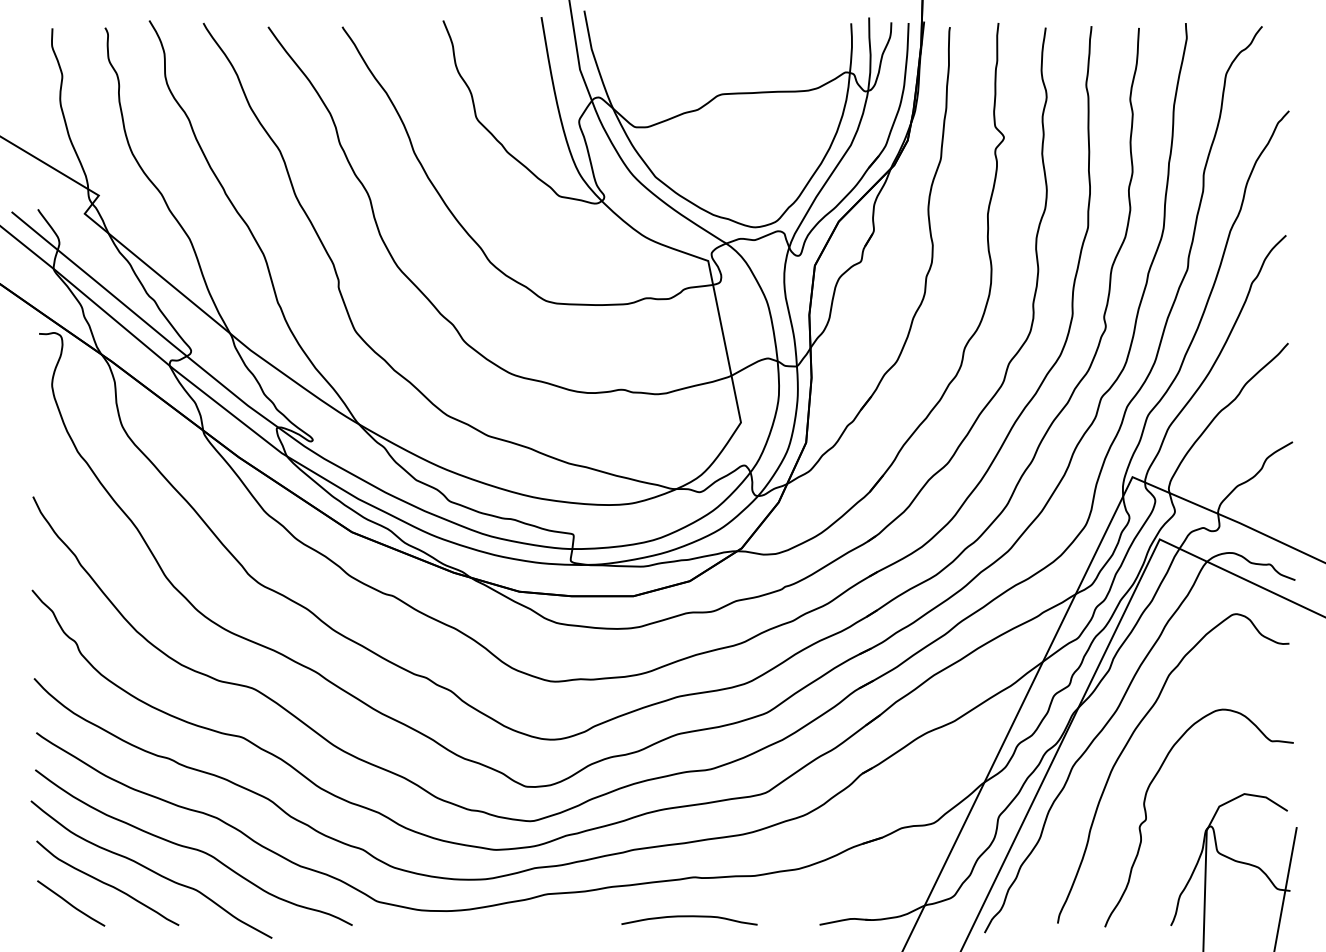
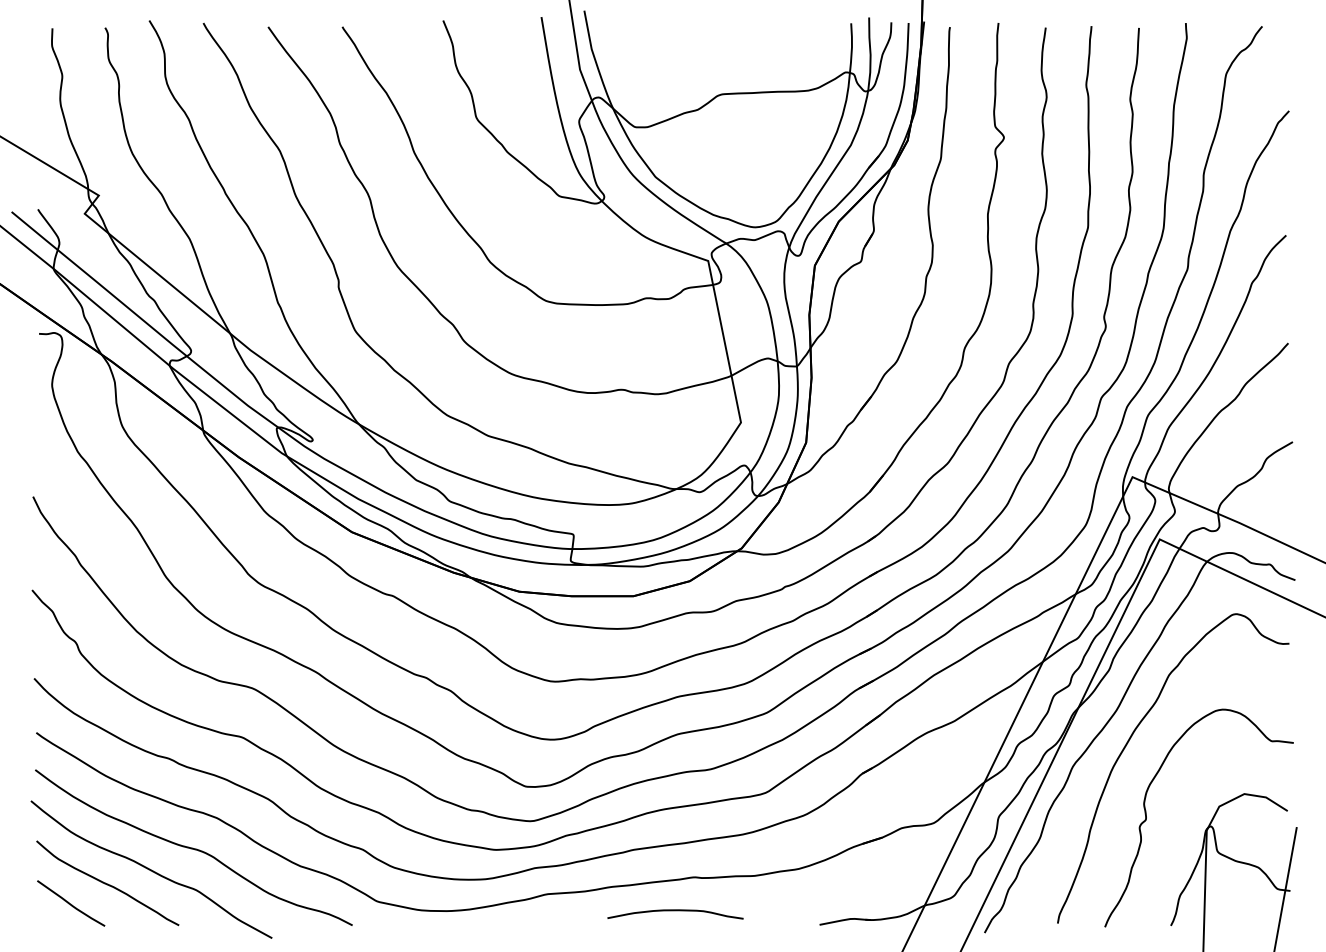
curve at (689, 917) position: (689, 917) -> (675, 911)
